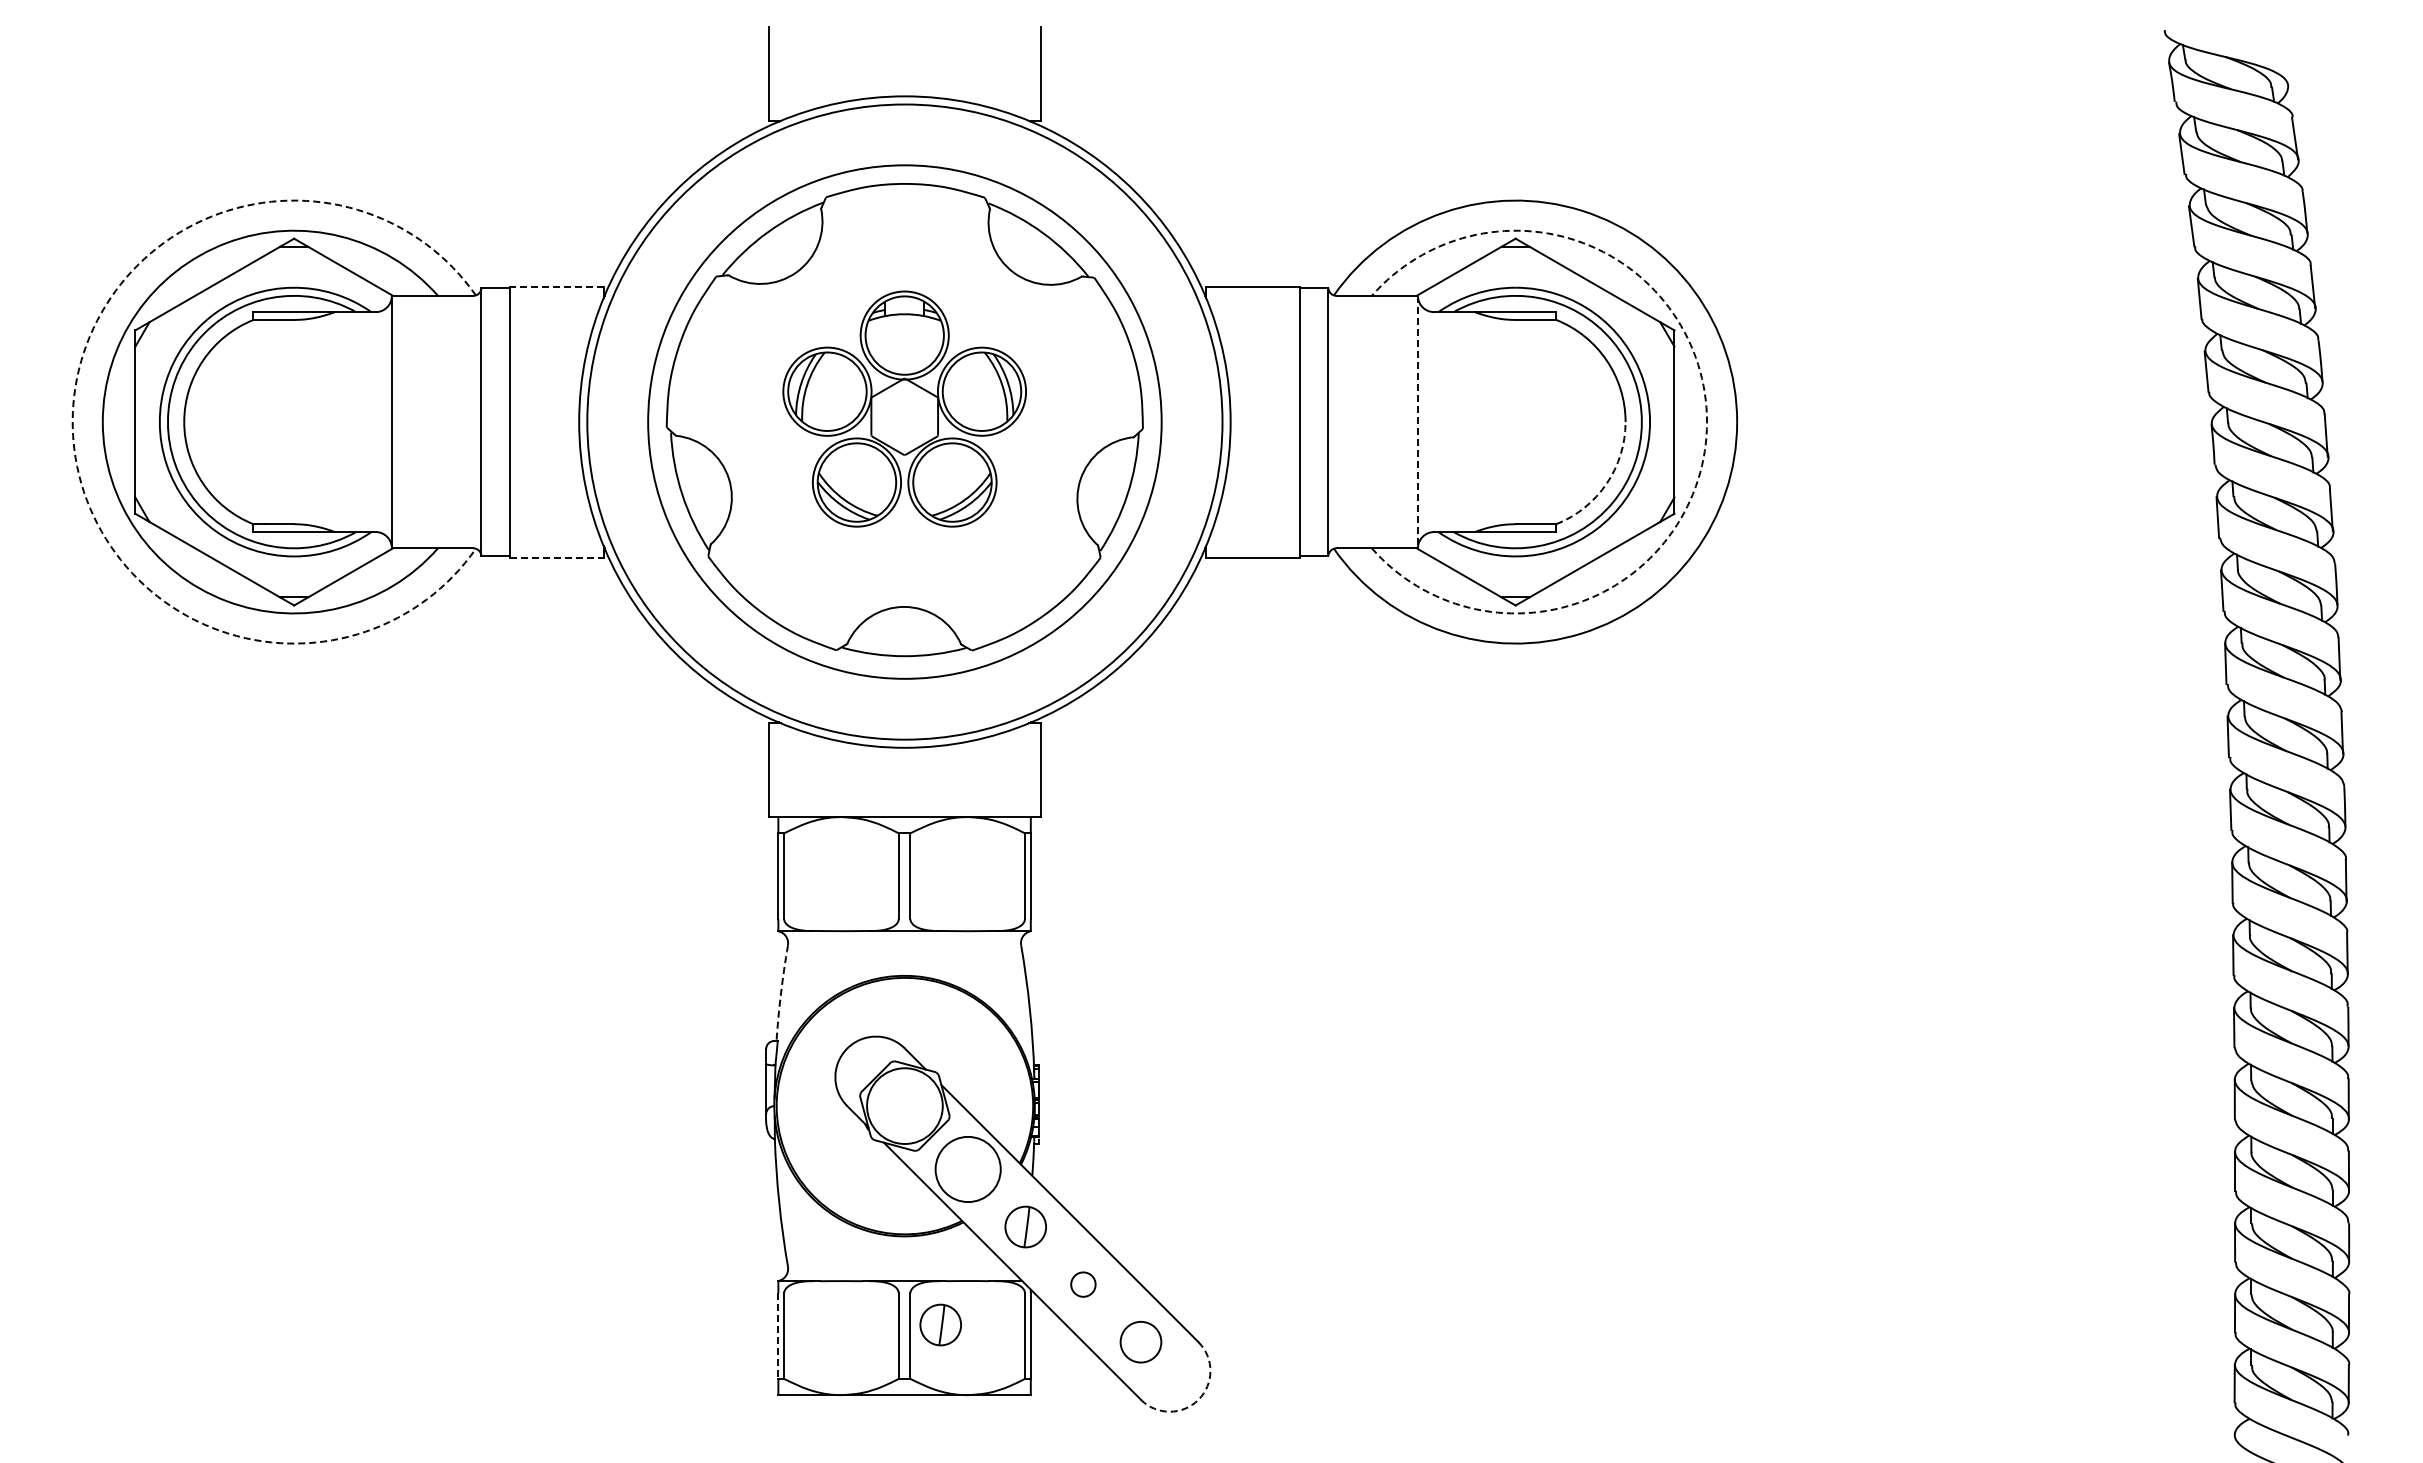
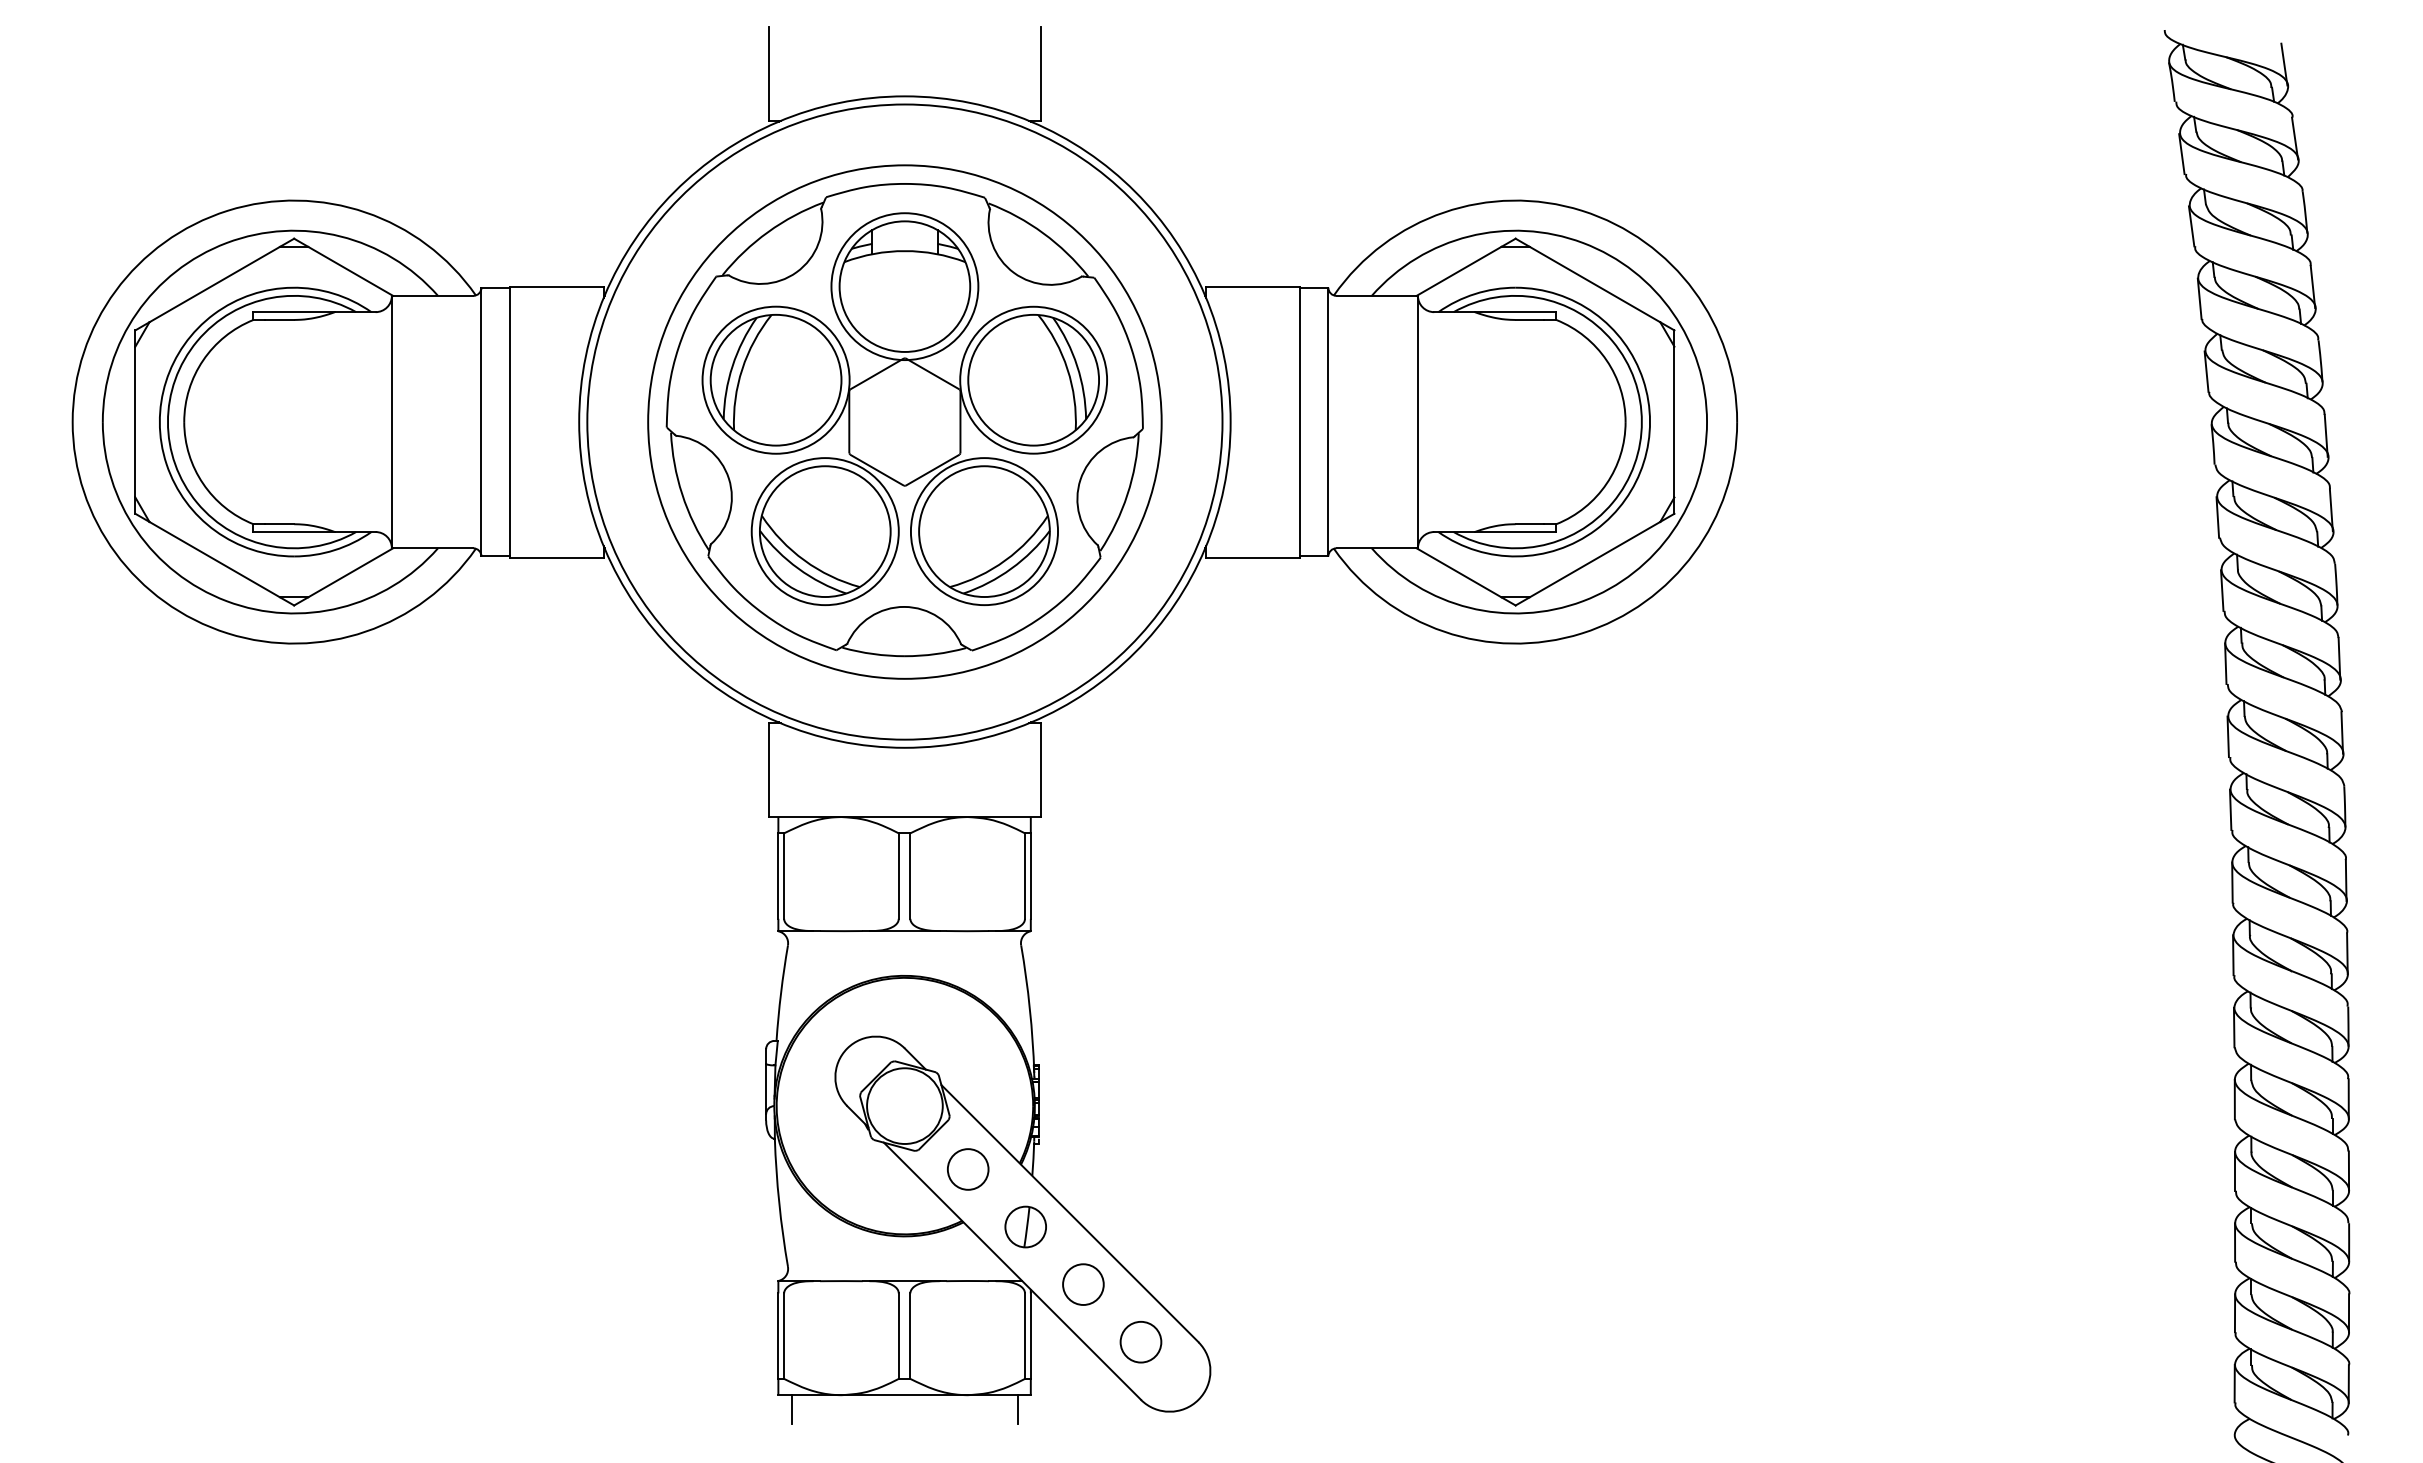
line at (2284, 64): none -> present
line at (556, 286): dashed -> solid
part at (904, 408) size: 245x238 px -> 407x394 px
arc at (72, 422): dashed -> solid
line at (1417, 422): dashed -> solid
arc at (1707, 422): dashed -> solid
arc at (1606, 483): dashed -> solid
line at (556, 557): dashed -> solid
arc at (781, 993): dashed -> solid
circle at (967, 1169) diameter: 65 px -> 41 px
circle at (1083, 1284) diameter: 24 px -> 41 px
part at (940, 1324): present -> none
line at (778, 1336): dashed -> solid
arc at (1198, 1399): dashed -> solid
line at (792, 1409): none -> present
line at (1017, 1409): none -> present
